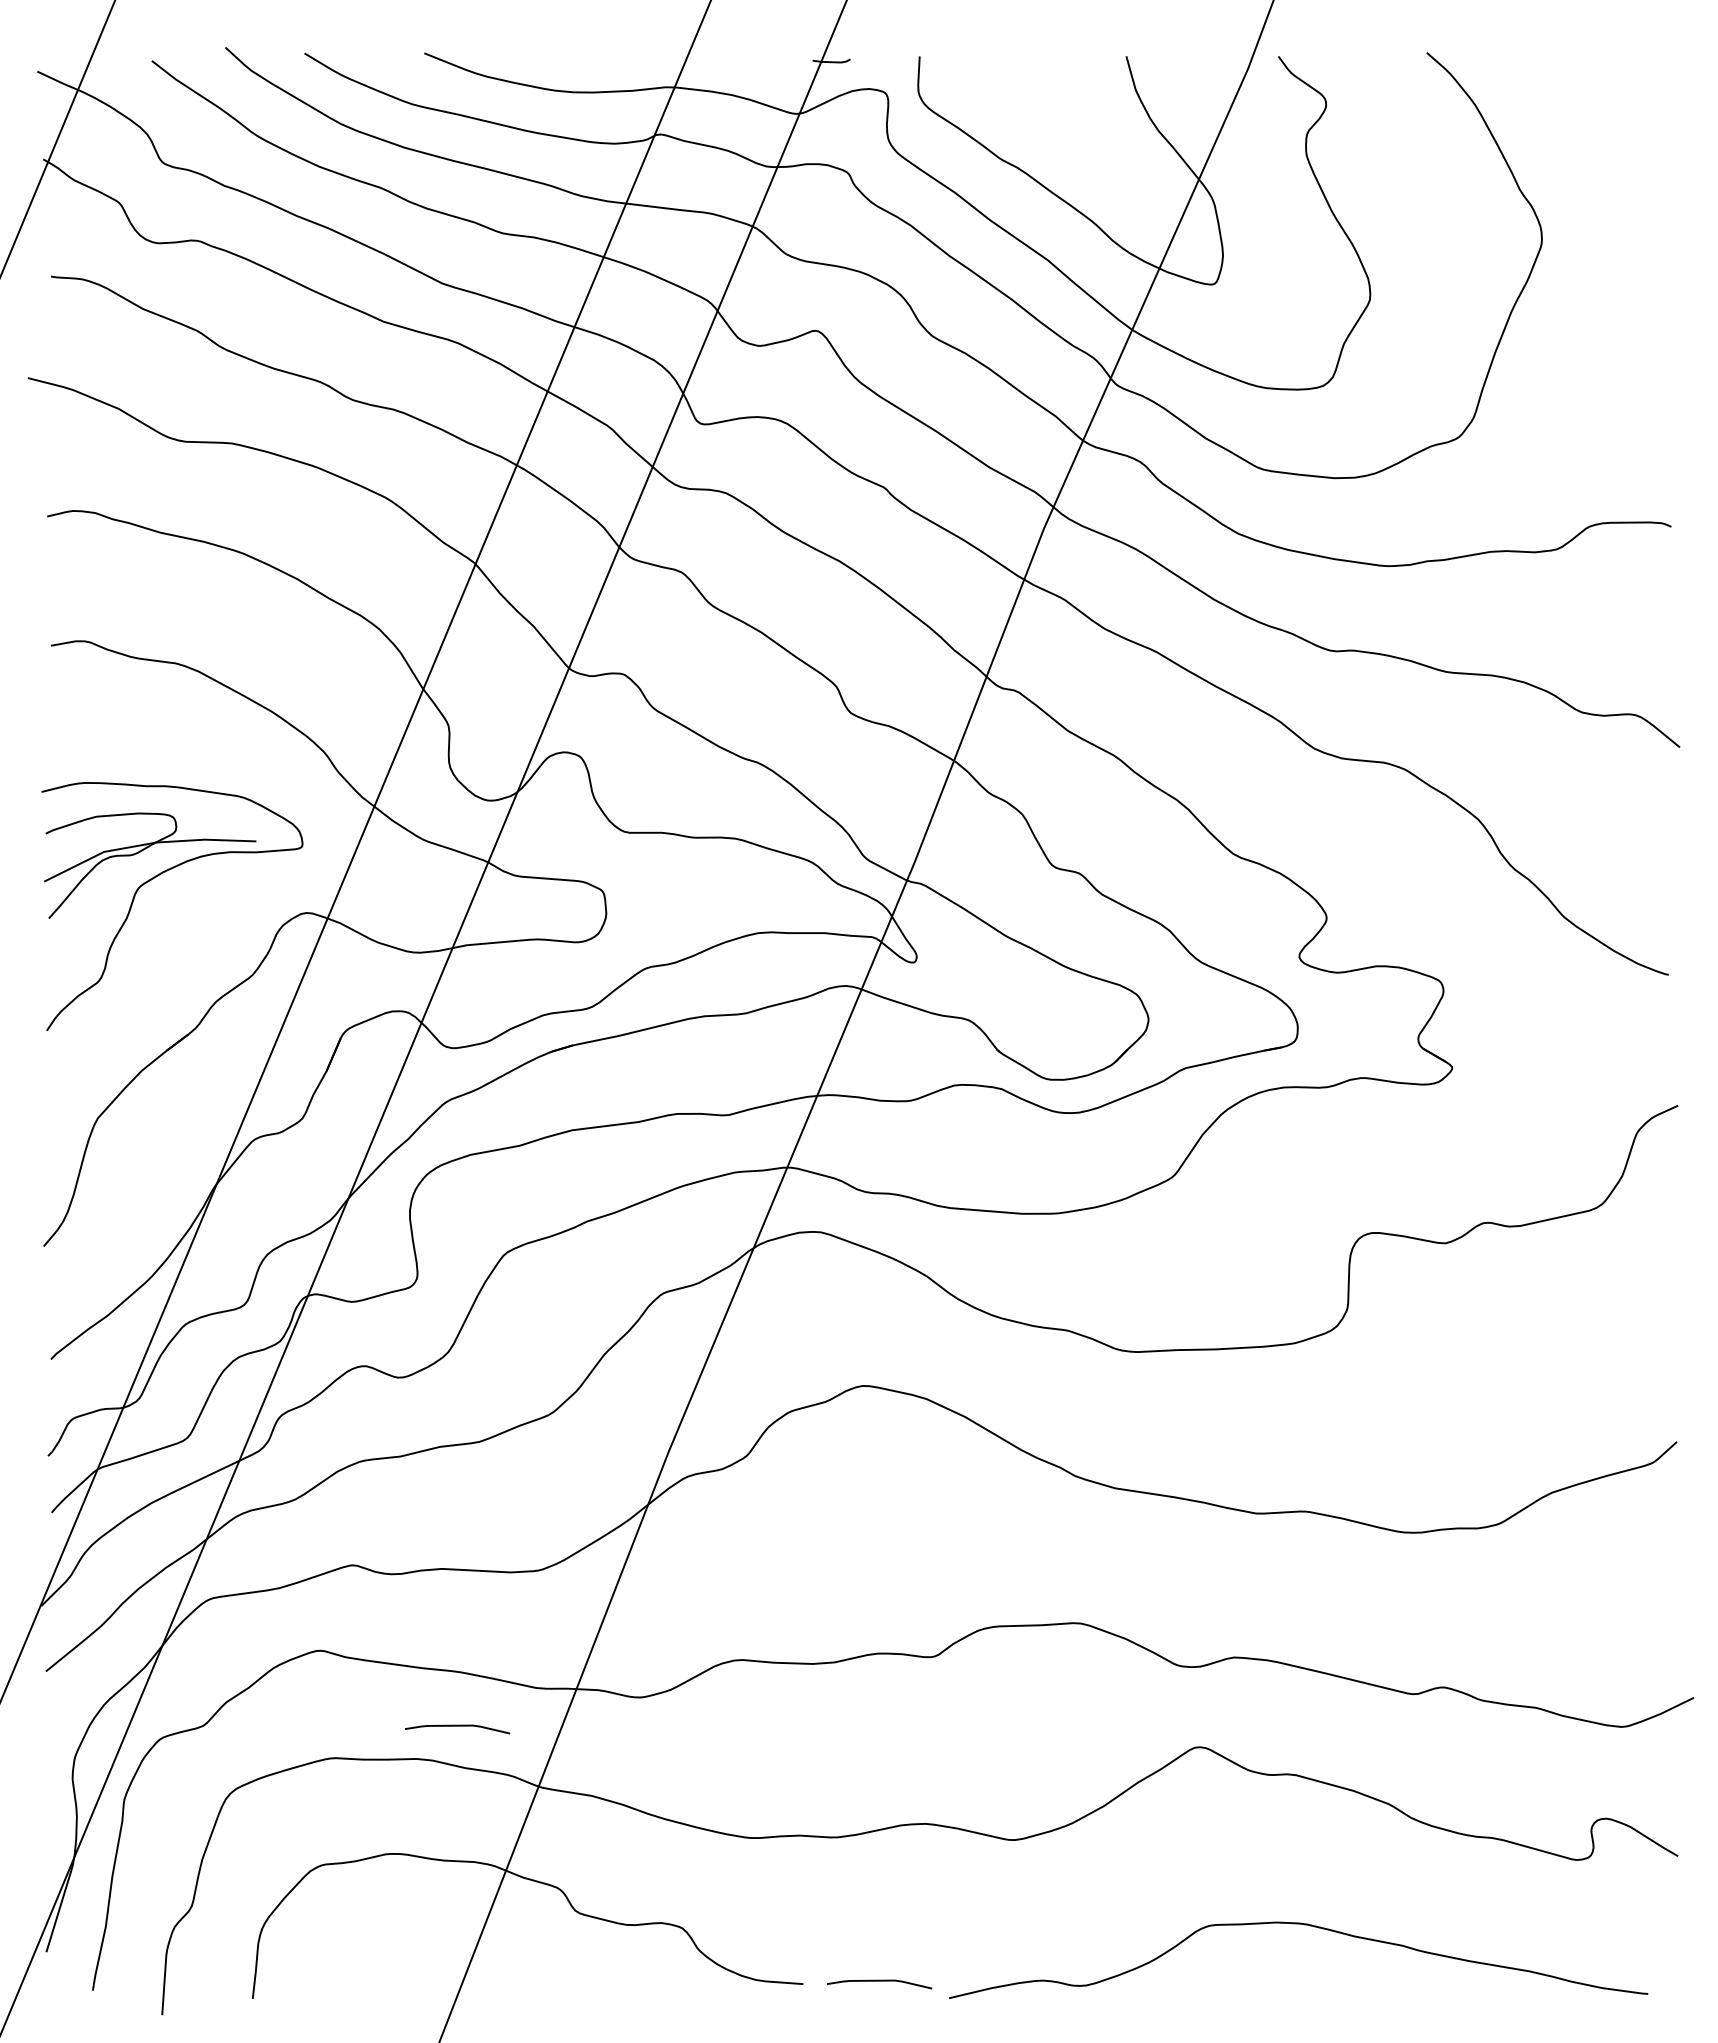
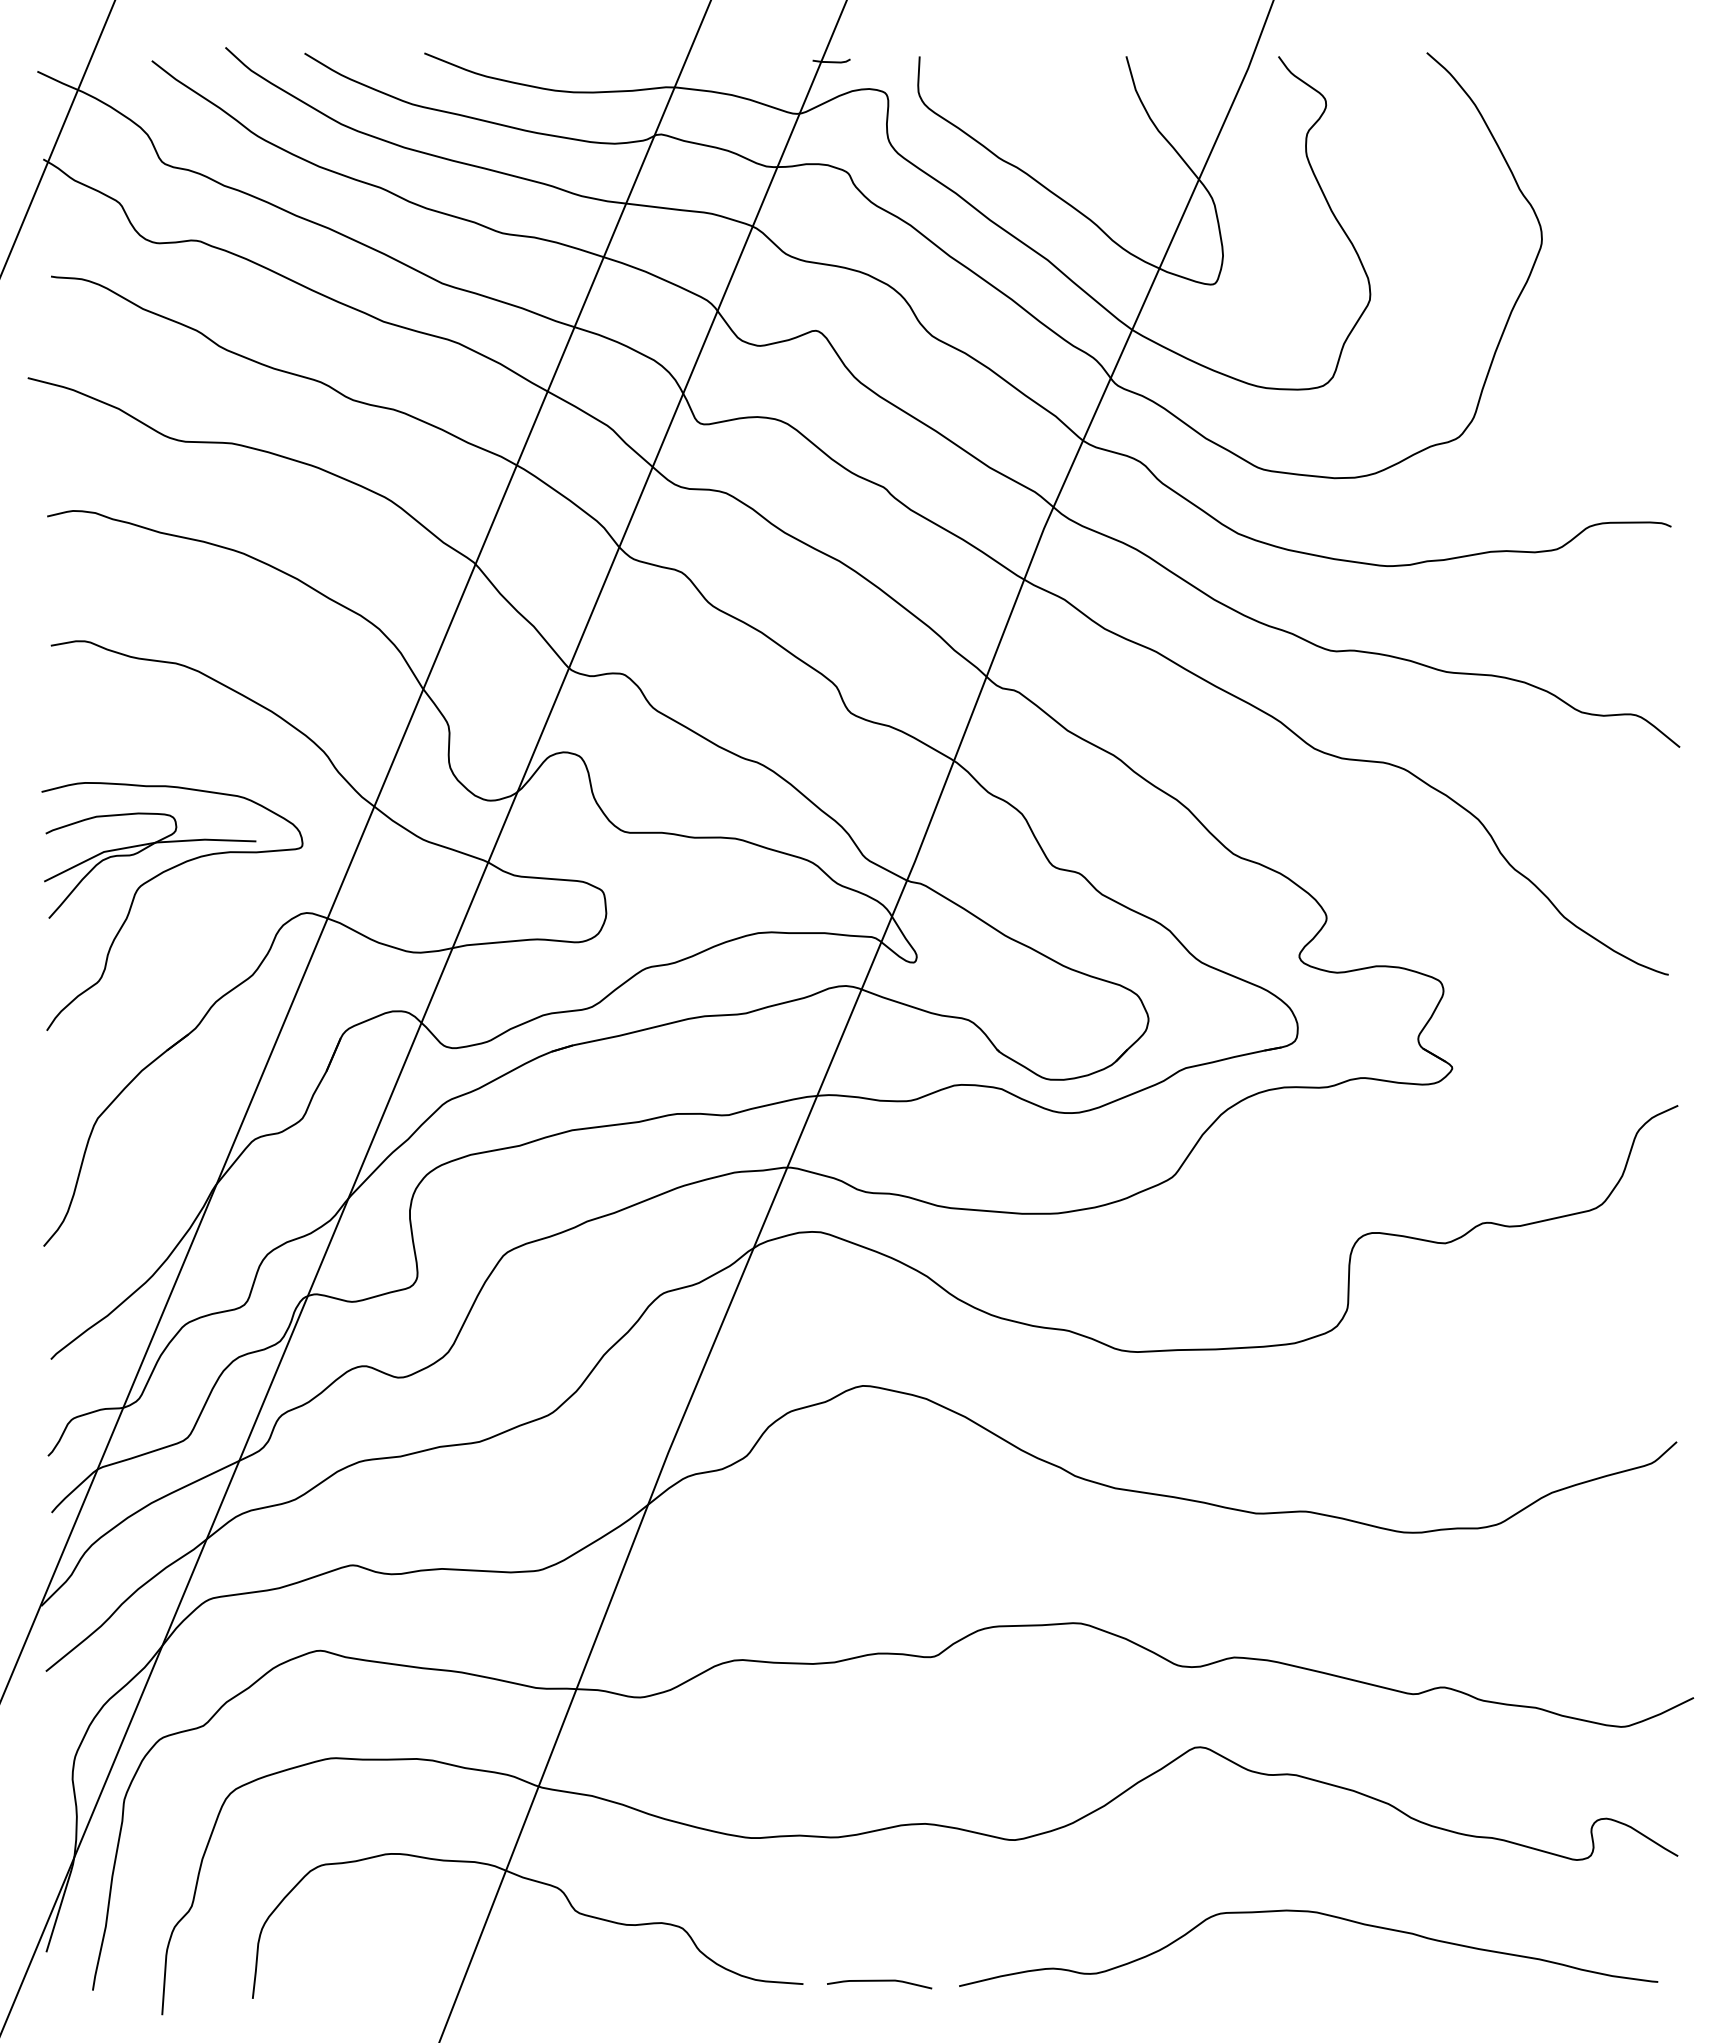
curve at (457, 1726): present -> none
curve at (1304, 1925) position: (1304, 1925) -> (1314, 1913)
